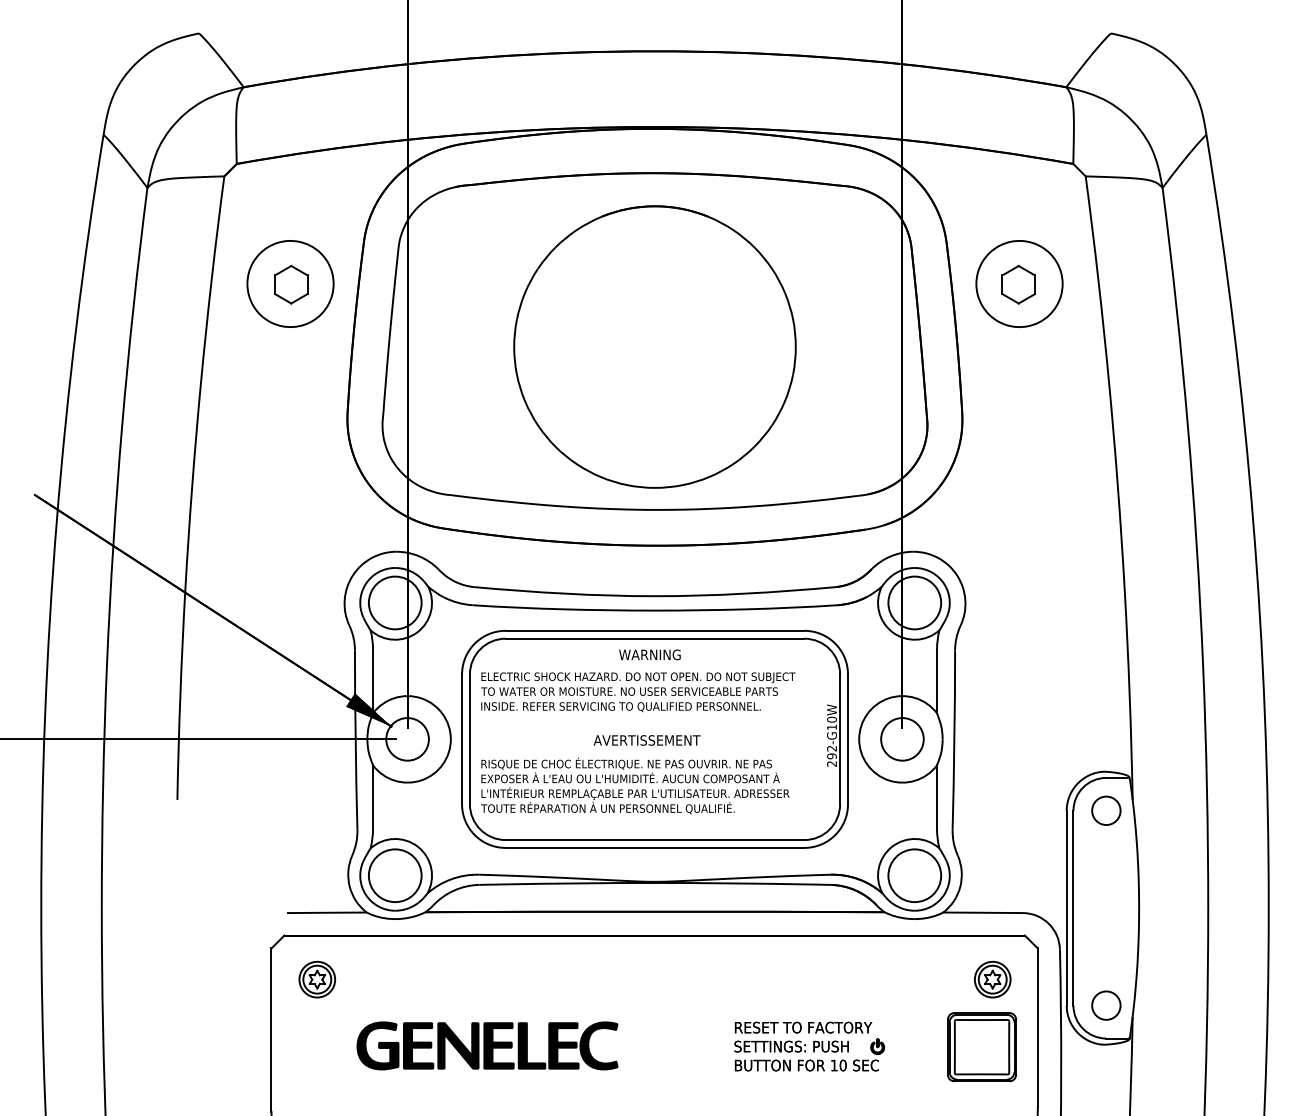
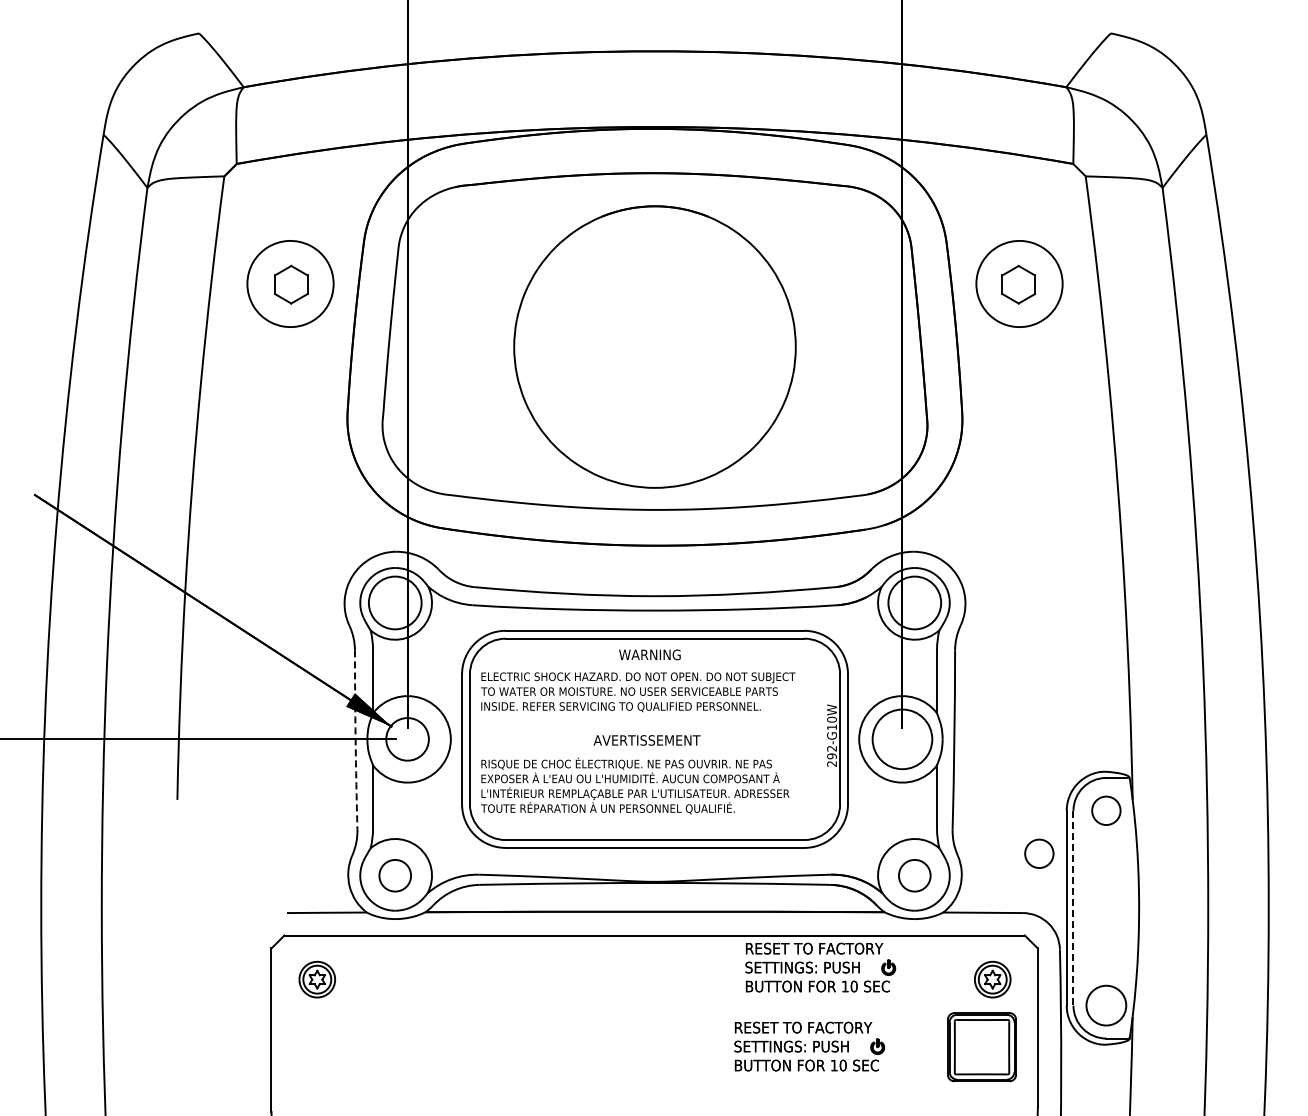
arc at (355, 739): solid -> dashed
circle at (902, 739) diameter: 43 px -> 60 px
circle at (1039, 853): none -> present
circle at (394, 875) diameter: 53 px -> 32 px
circle at (914, 875) diameter: 53 px -> 32 px
line at (1073, 908): solid -> dashed
part at (820, 967): none -> present
circle at (1106, 1005) diameter: 28 px -> 40 px
part at (487, 1045): present -> none
